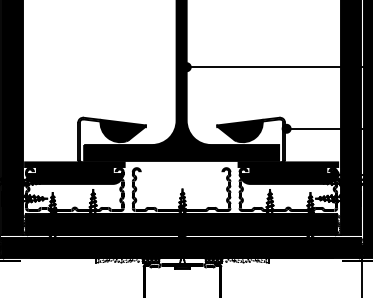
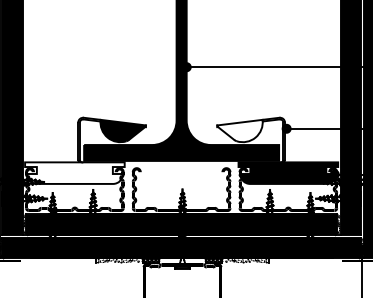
fill at (239, 130): present -> none
fill at (74, 172): present -> none
